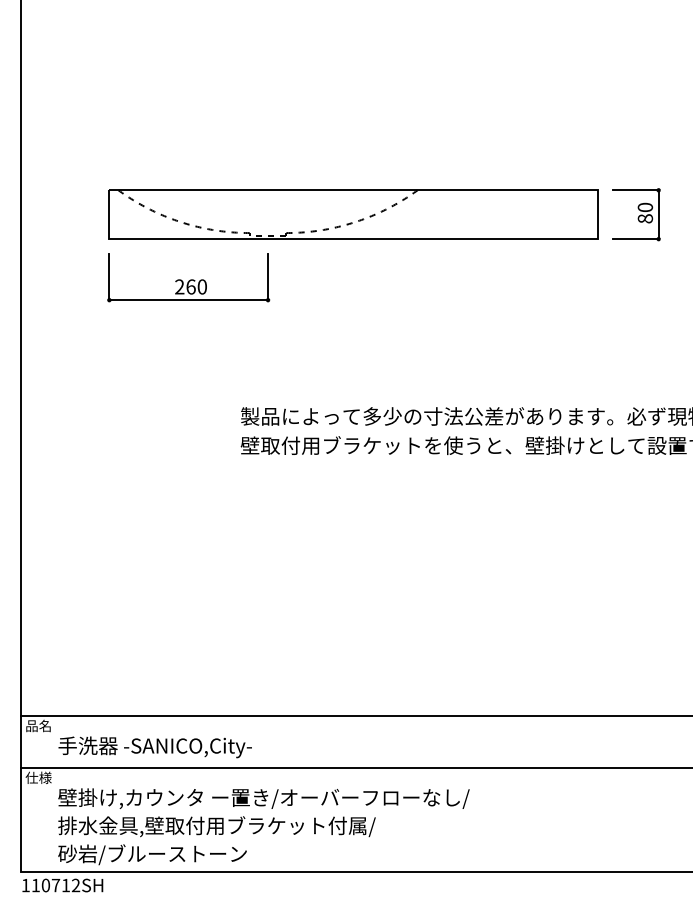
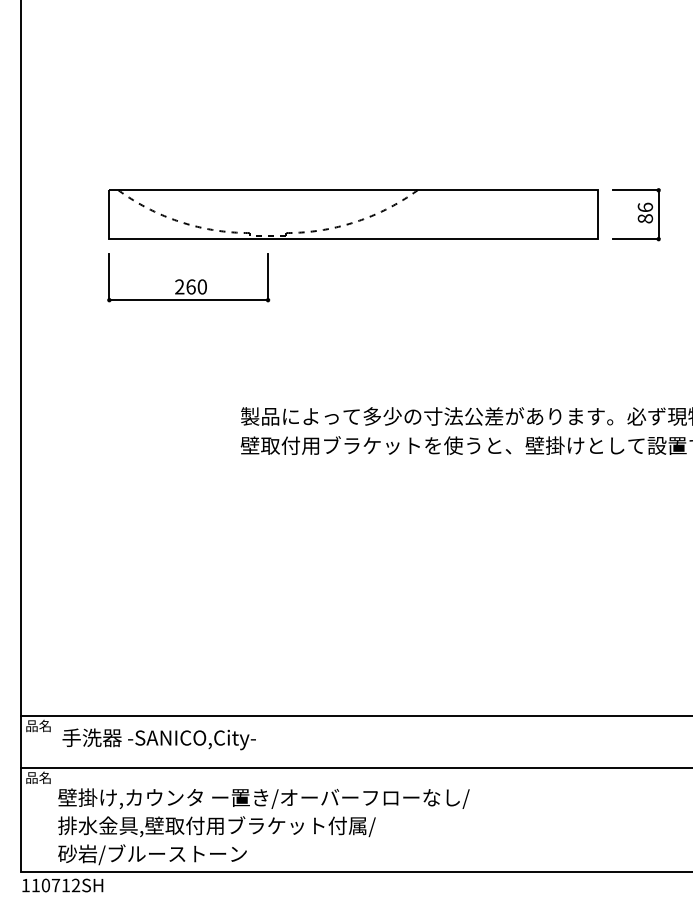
text at (644, 207): 80 -> 86
text at (154, 747) position: (154, 747) -> (158, 739)
text at (38, 777): 仕様 -> 品名
